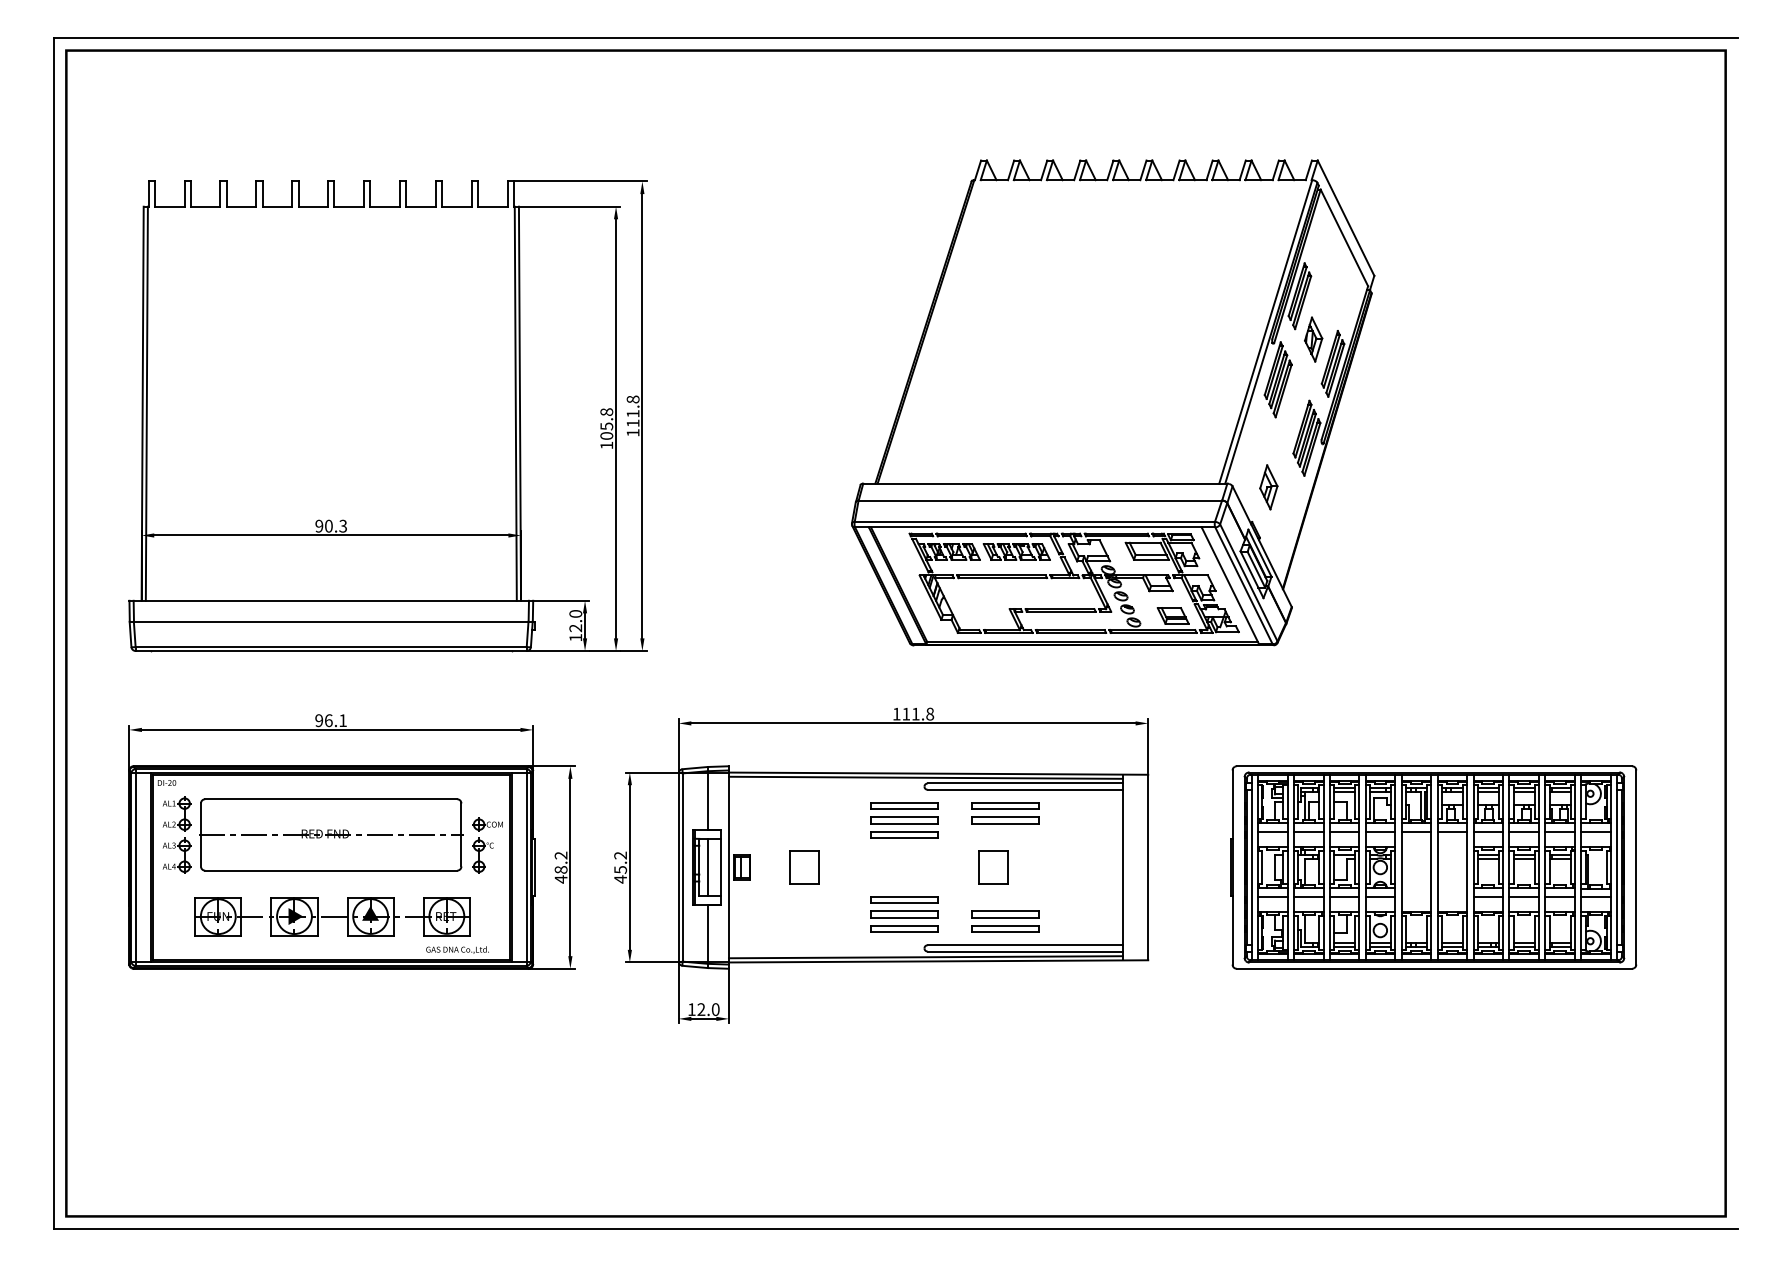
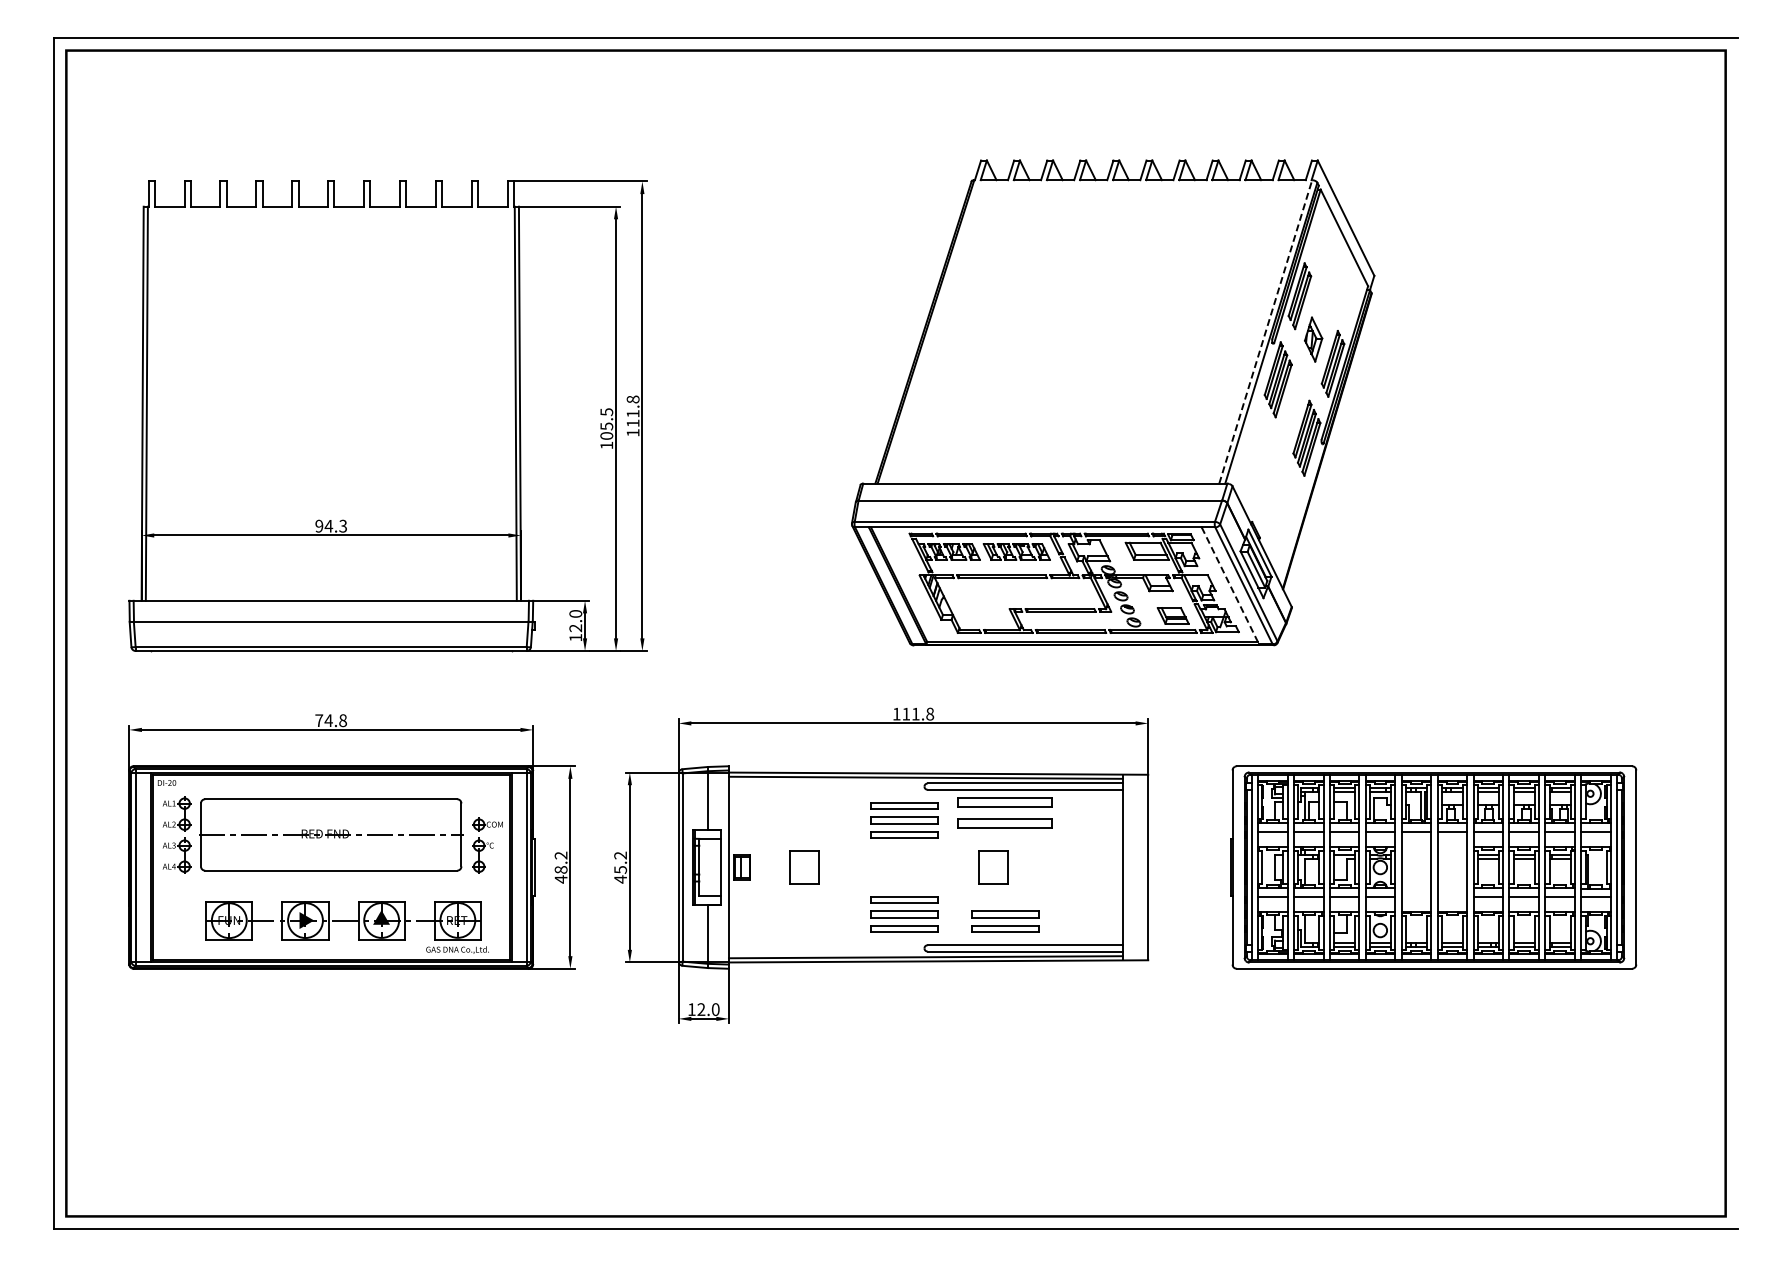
line at (1265, 331): solid -> dashed
text at (606, 412): 105.8 -> 105.5
part at (1268, 487): present -> none
text at (328, 525): 90.3 -> 94.3
line at (1230, 586): solid -> dashed
text at (330, 720): 96.1 -> 74.8
part at (1005, 813) size: 69x23 px -> 96x32 px
line at (707, 867): present -> none
part at (332, 916) position: (332, 916) -> (343, 920)
